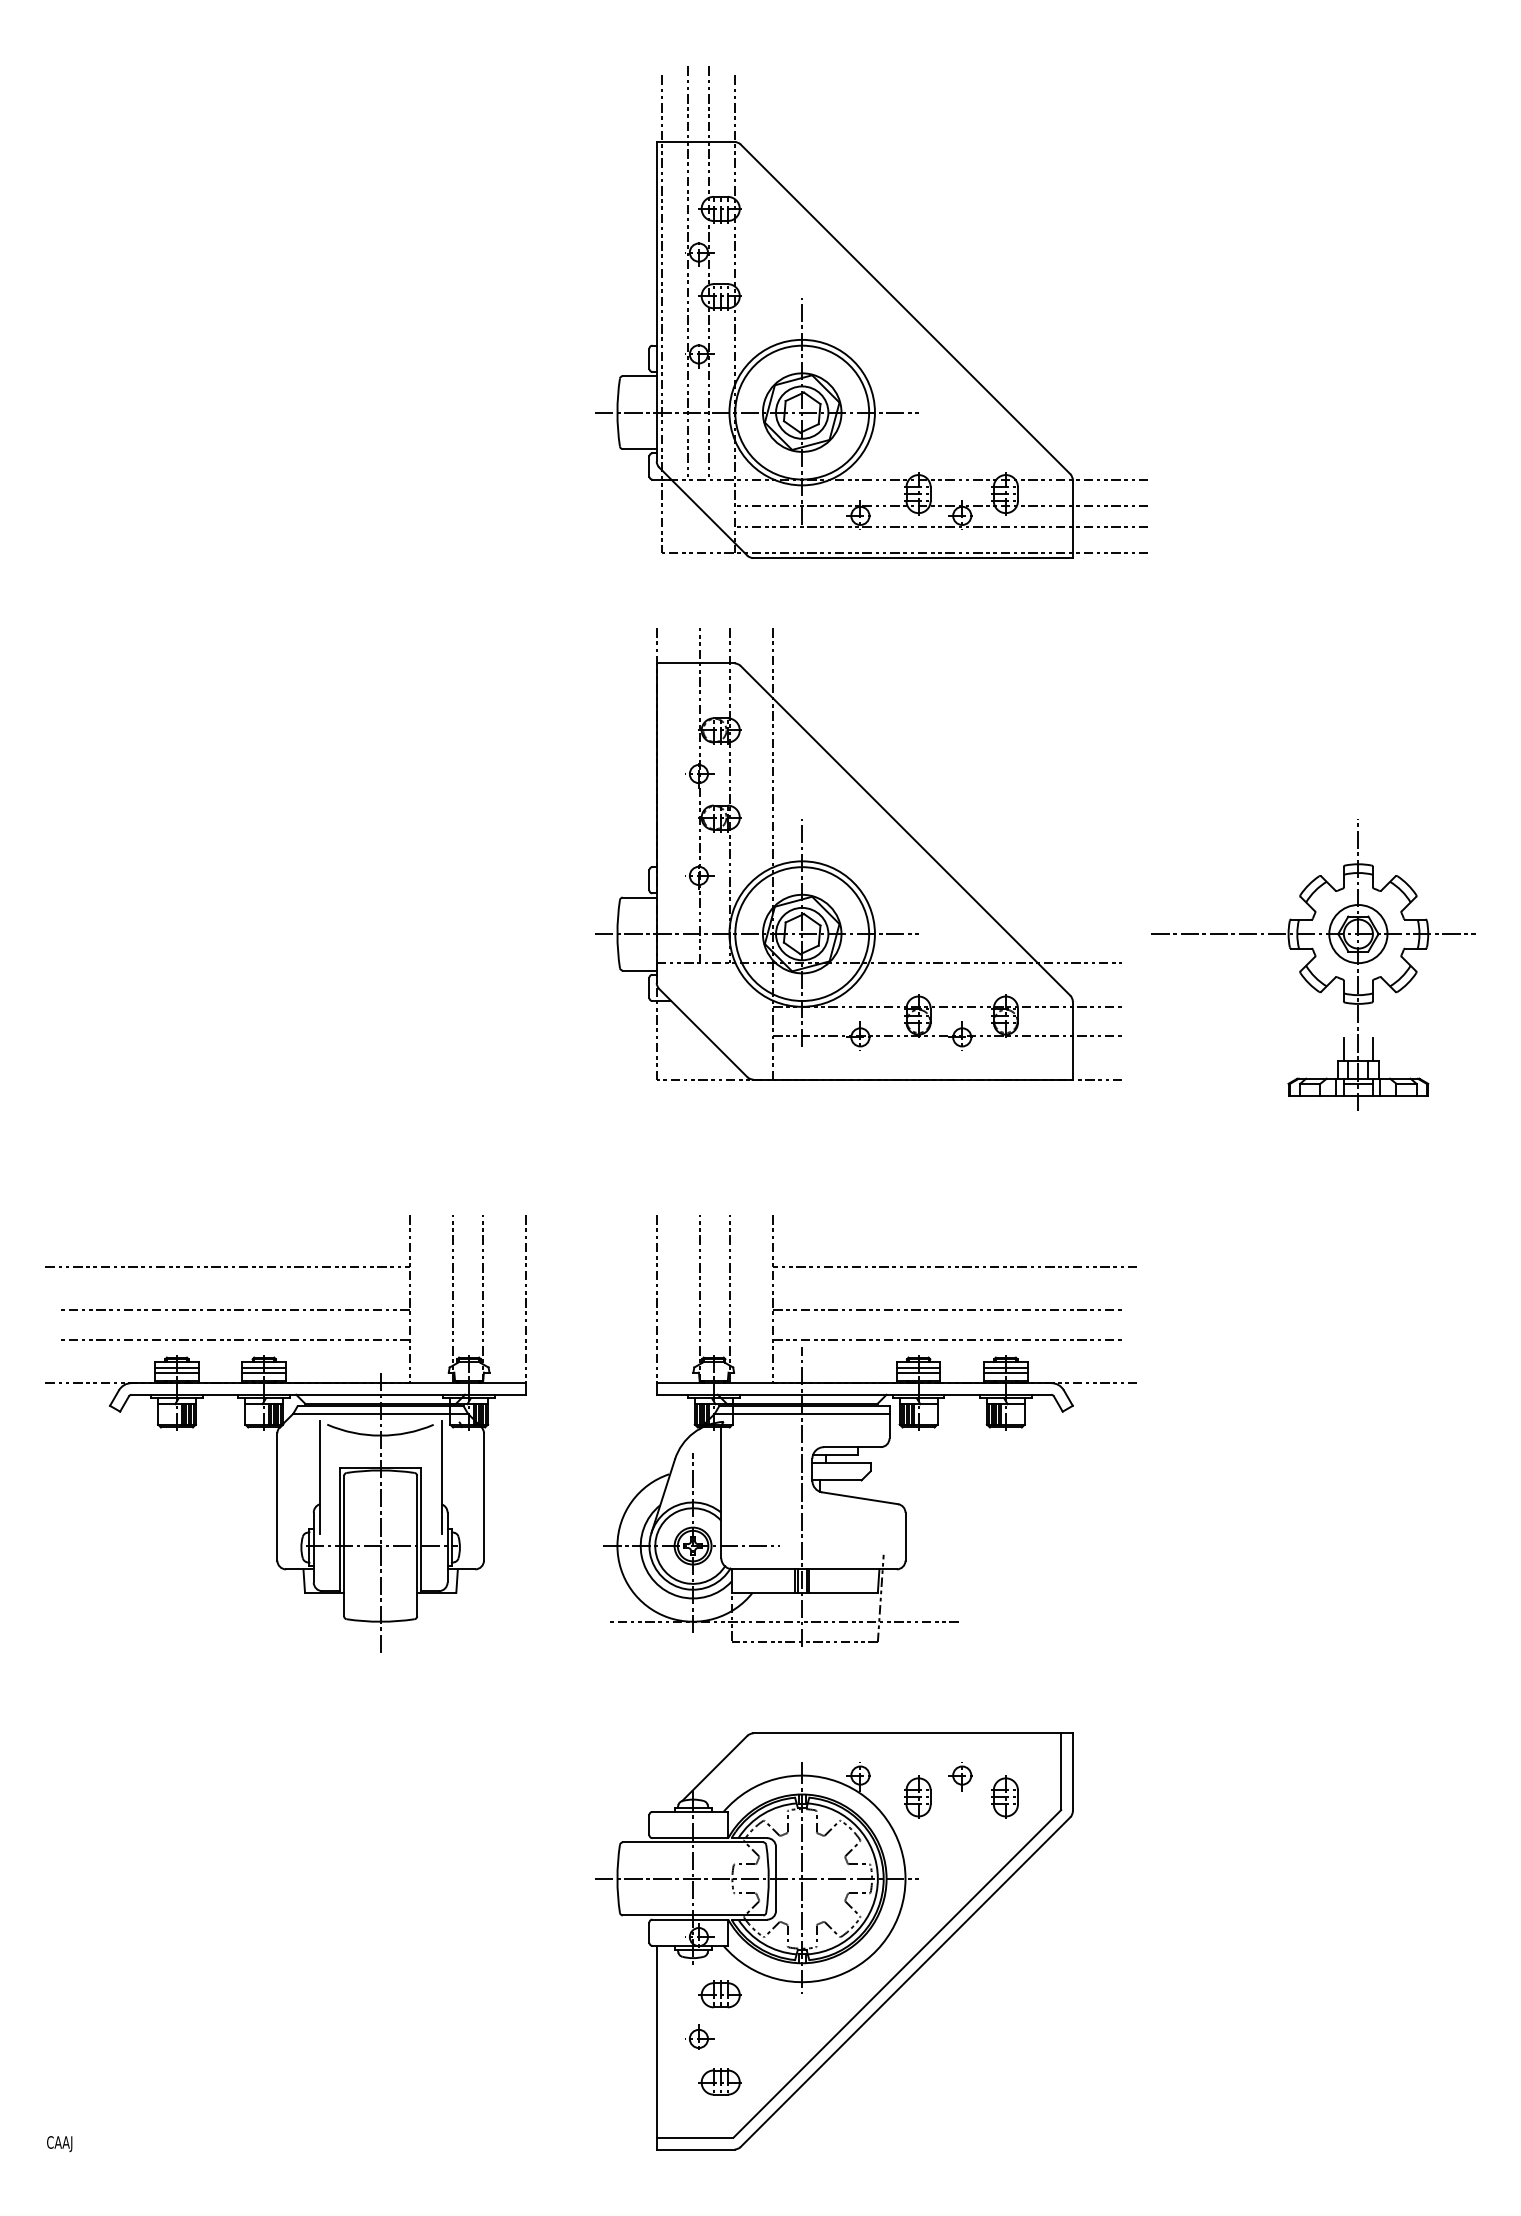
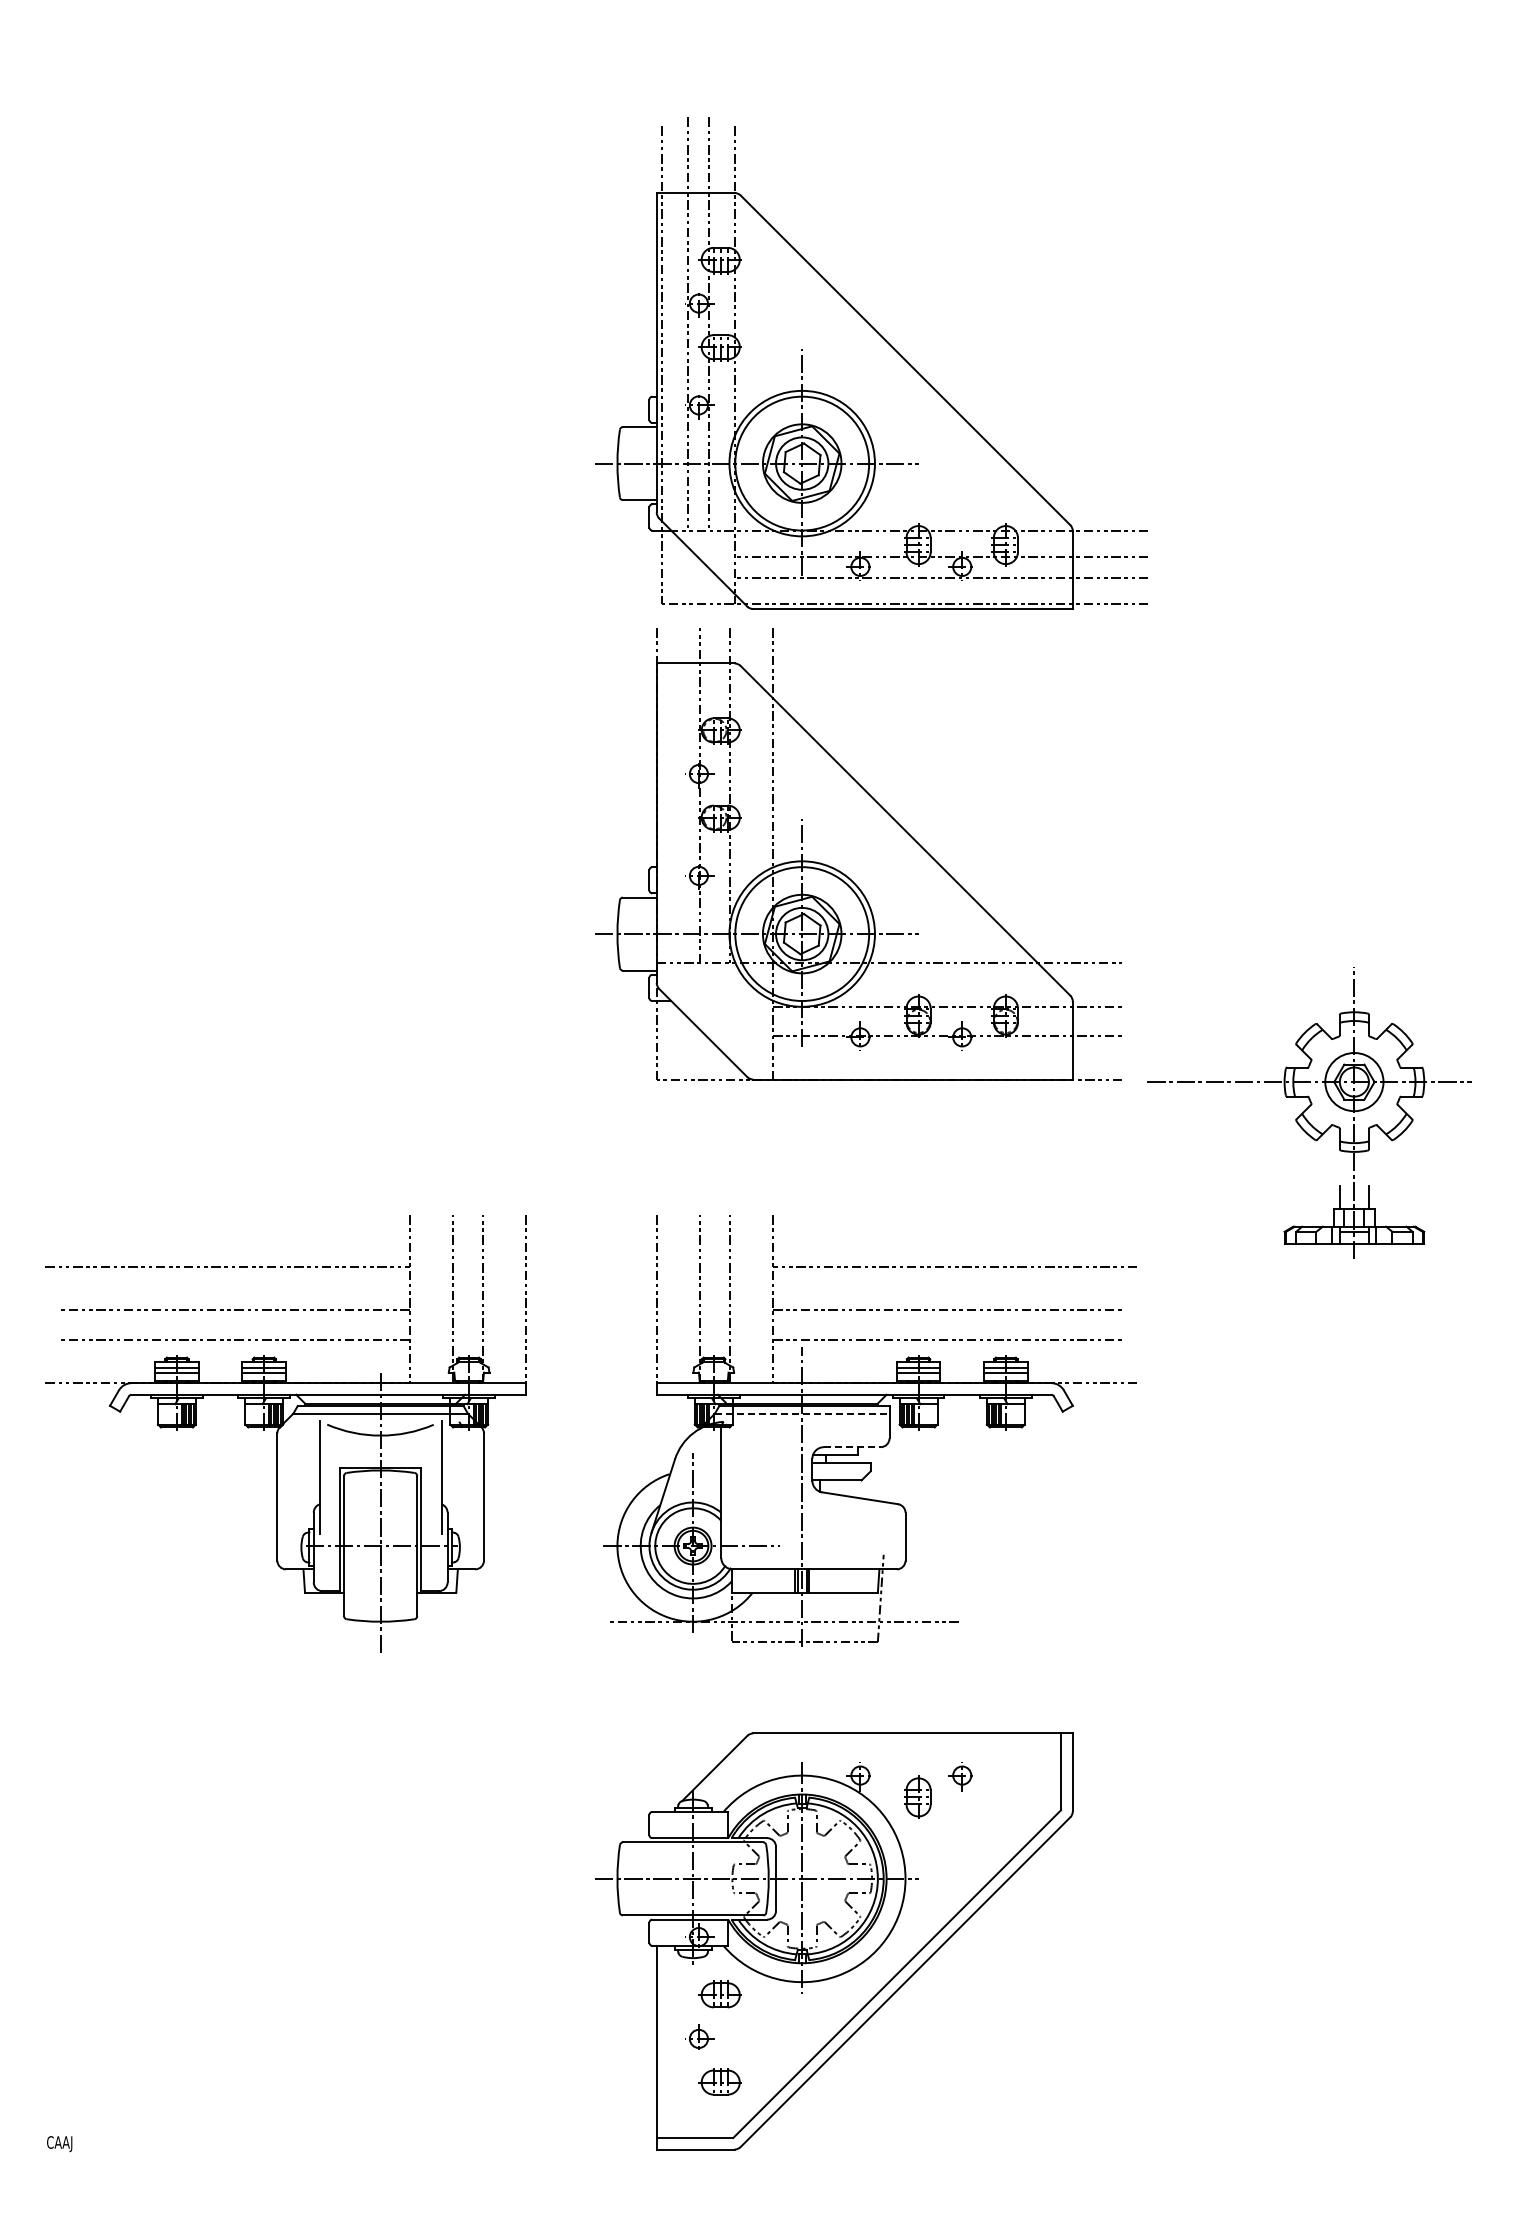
part at (871, 312) position: (871, 312) -> (871, 363)
part at (1313, 964) position: (1313, 964) -> (1309, 1112)
line at (802, 1413): solid -> dashed
line at (852, 1447): solid -> dashed
part at (1004, 1796): present -> none
